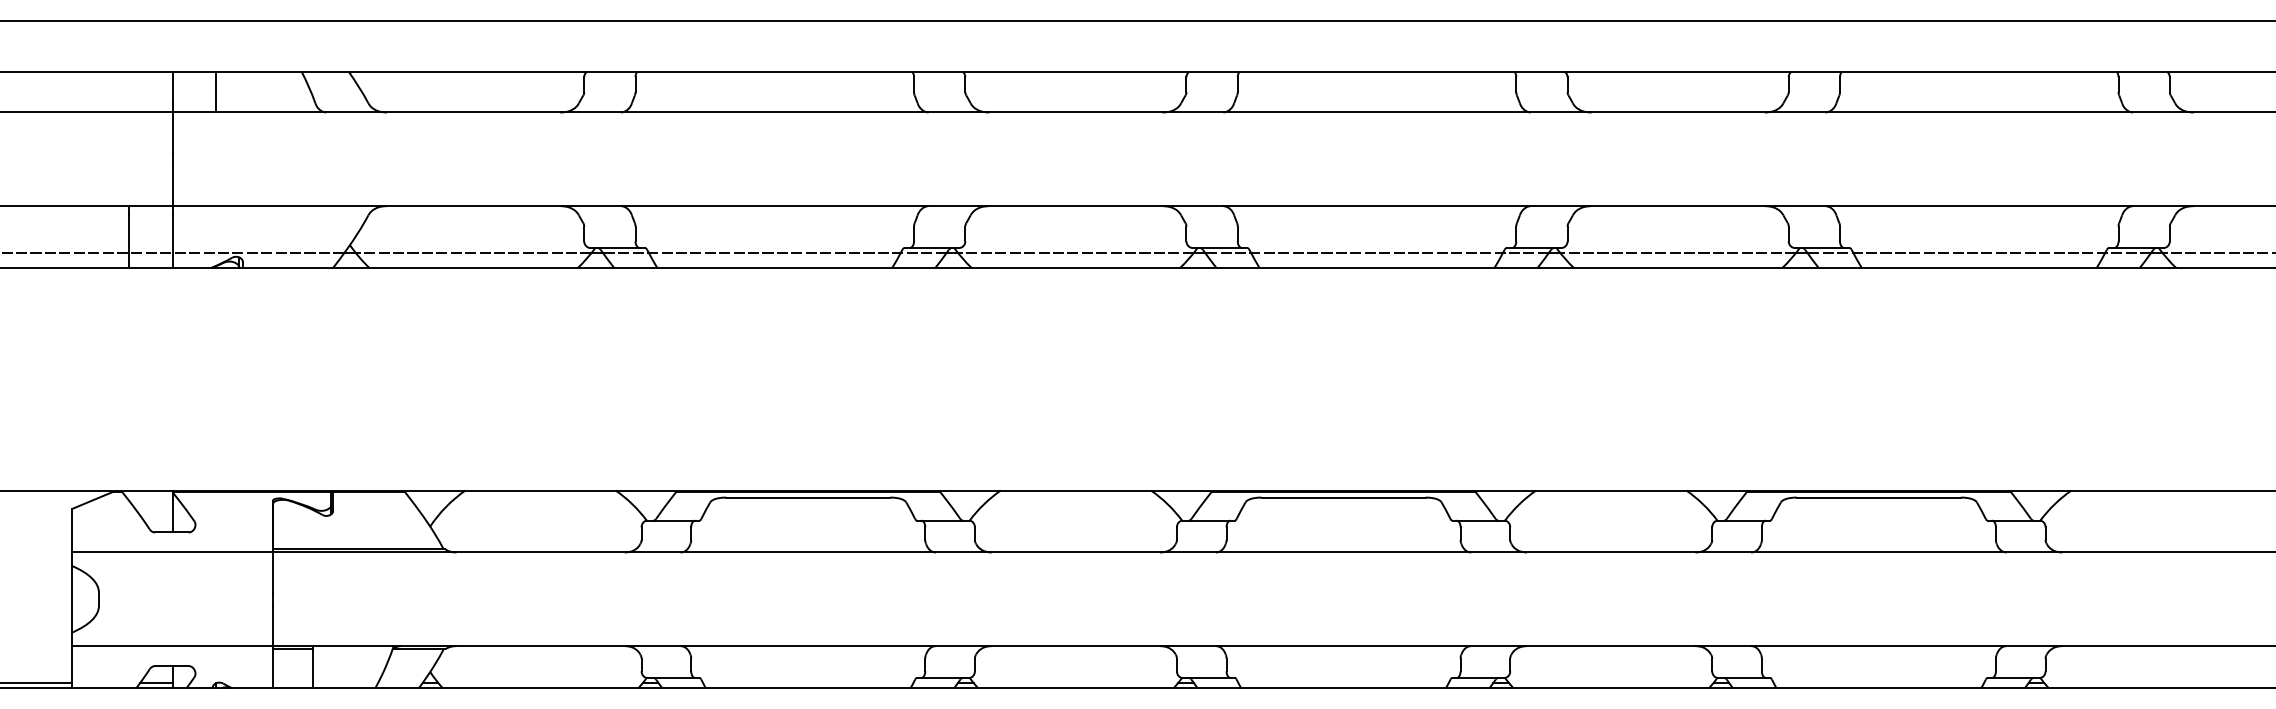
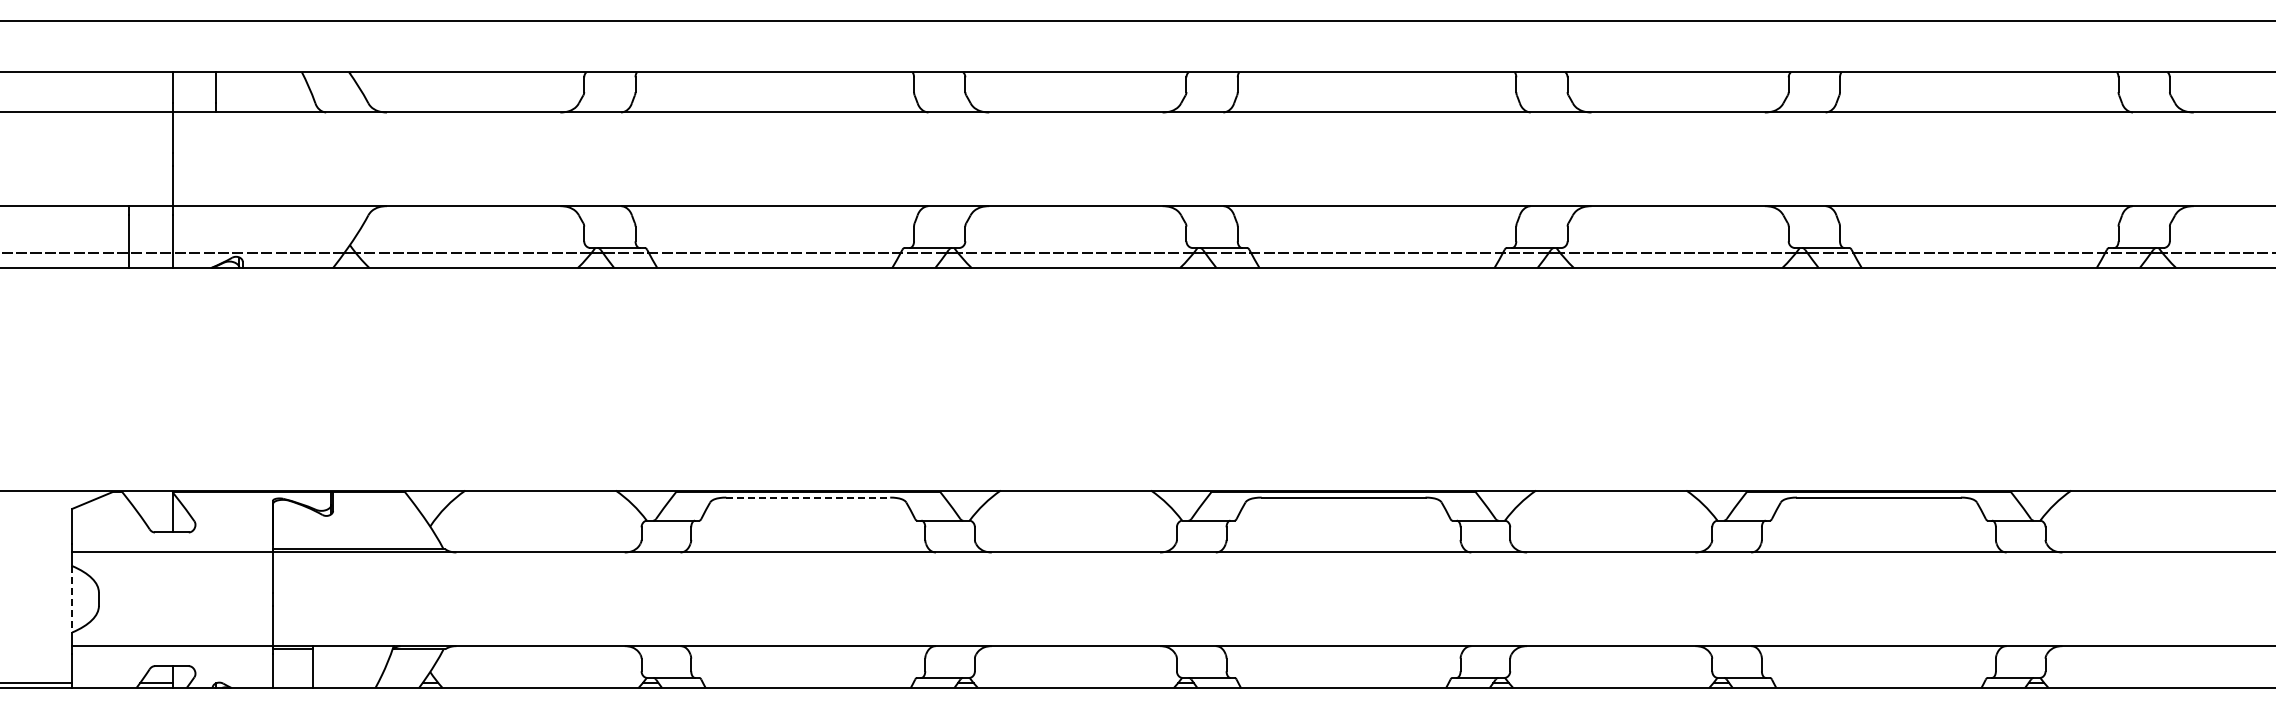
line at (808, 497): solid -> dashed
line at (72, 599): solid -> dashed
